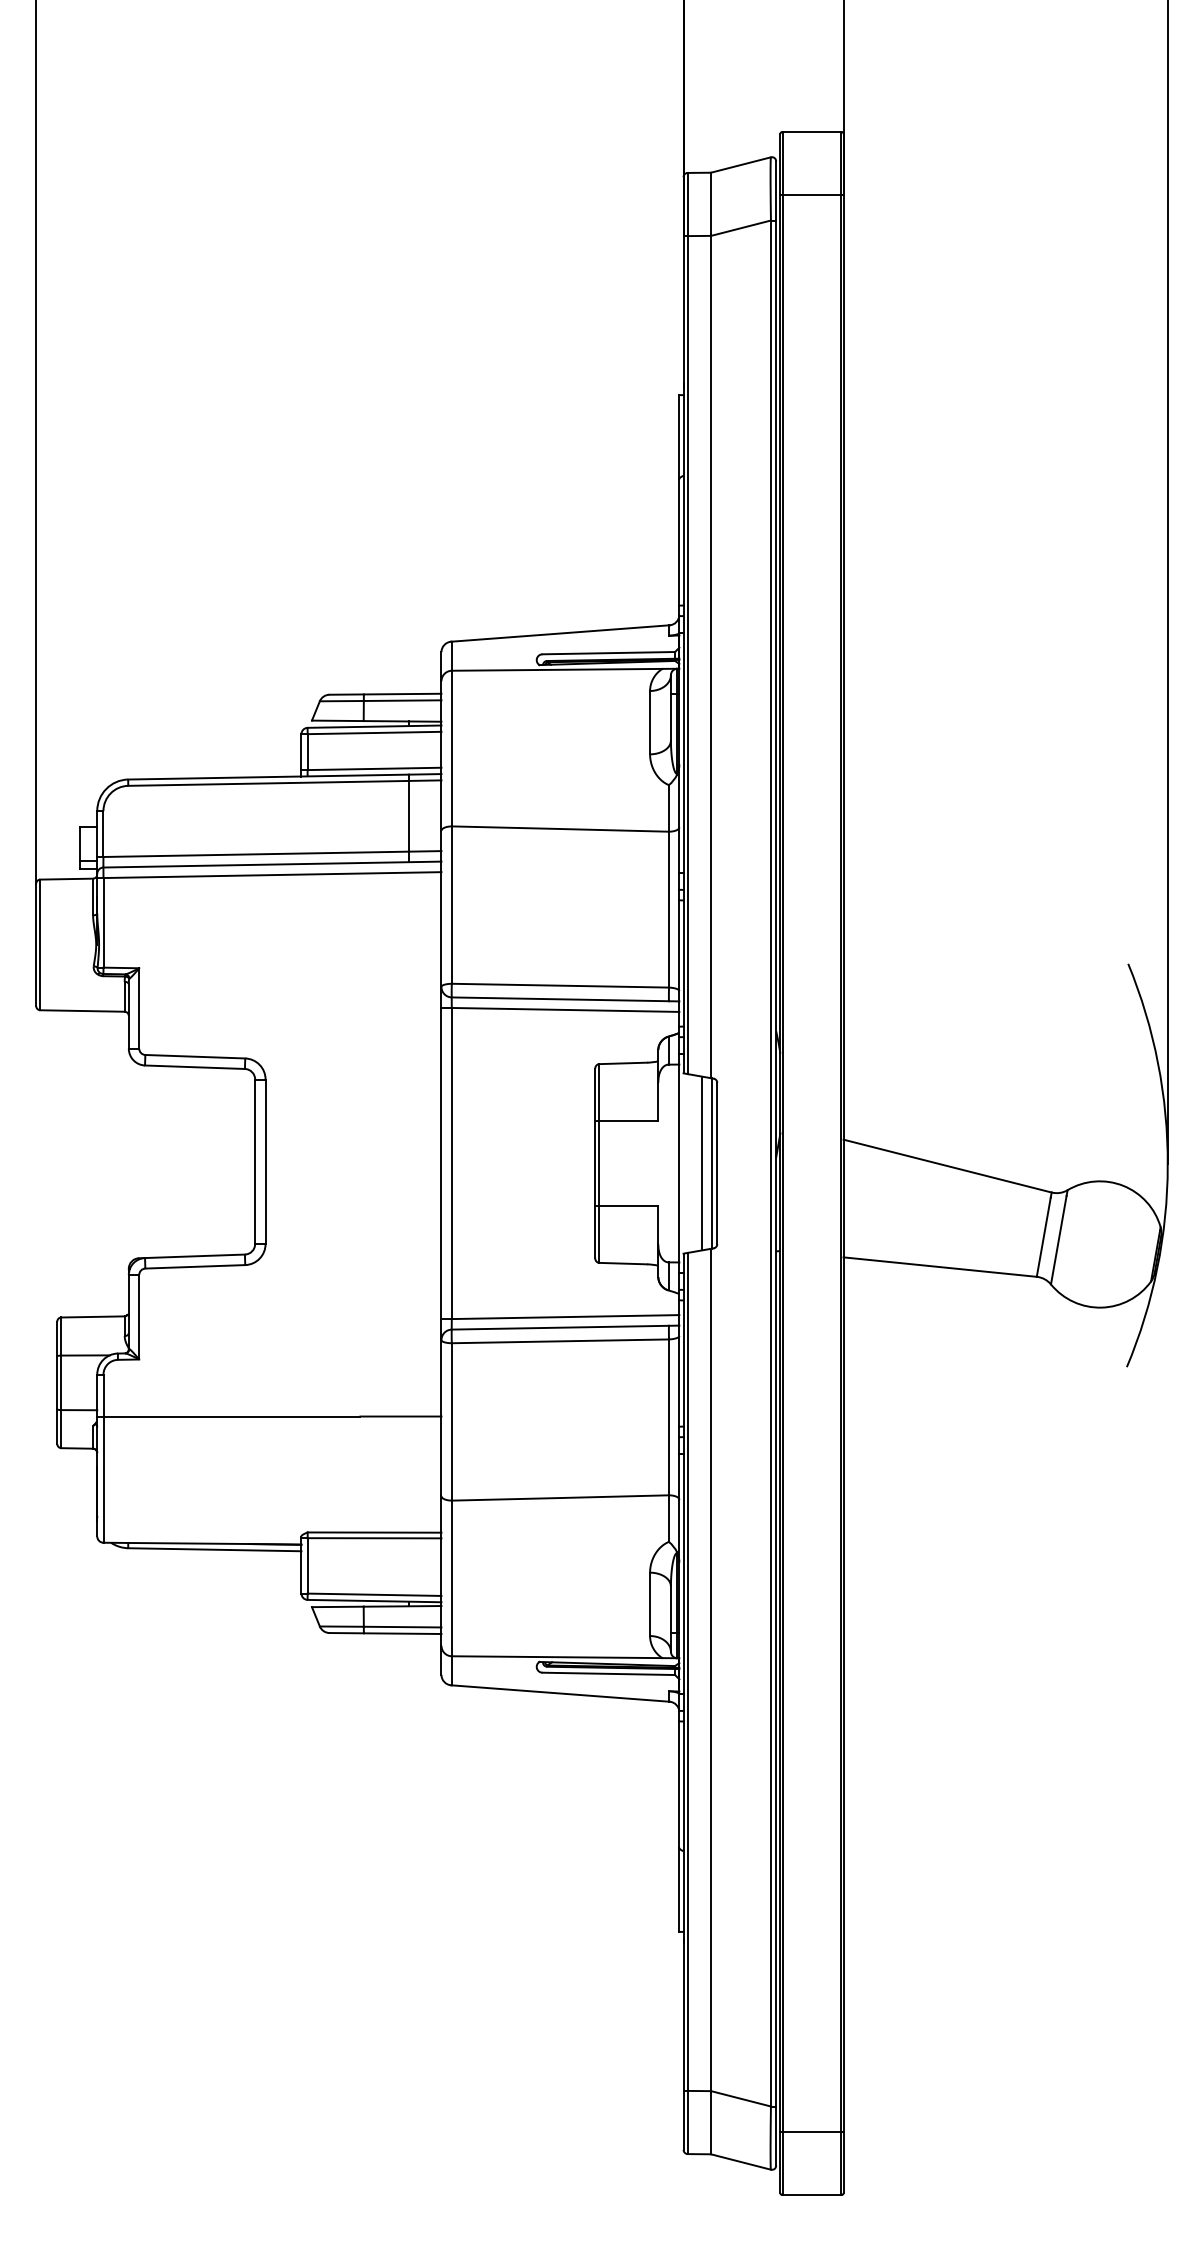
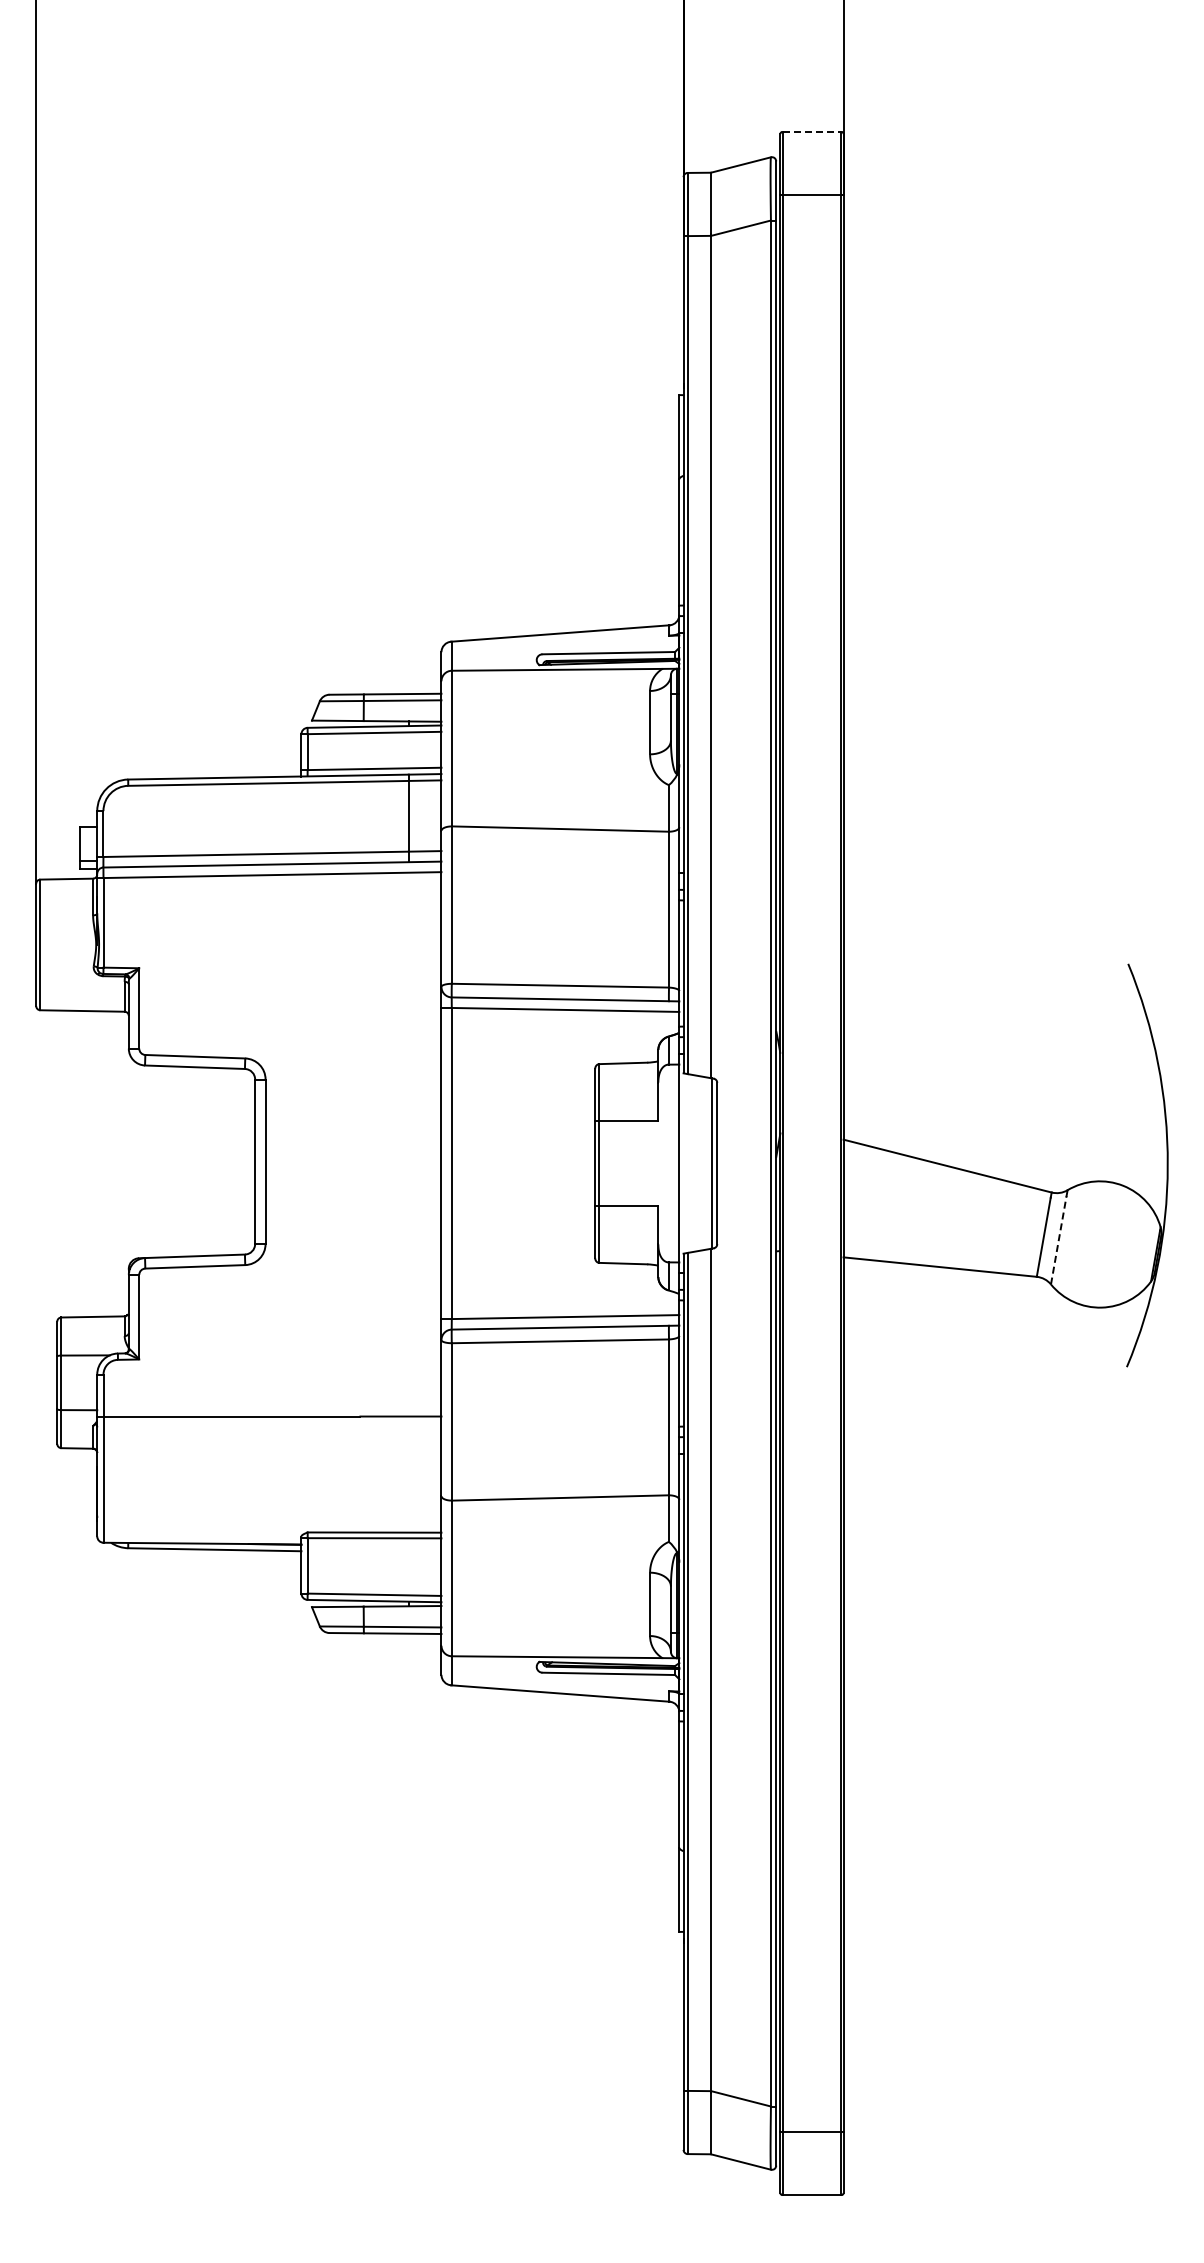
line at (812, 131): solid -> dashed
line at (1167, 582): present -> none
line at (701, 1163): present -> none
line at (1058, 1240): solid -> dashed
